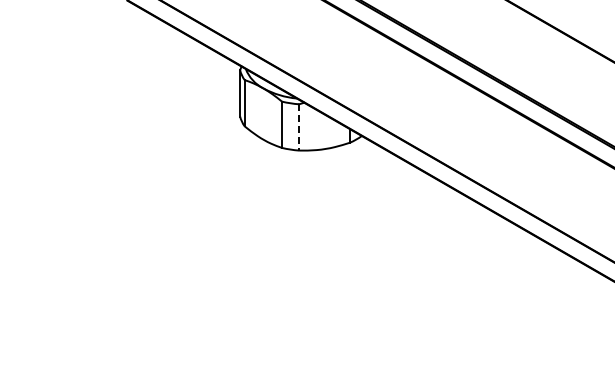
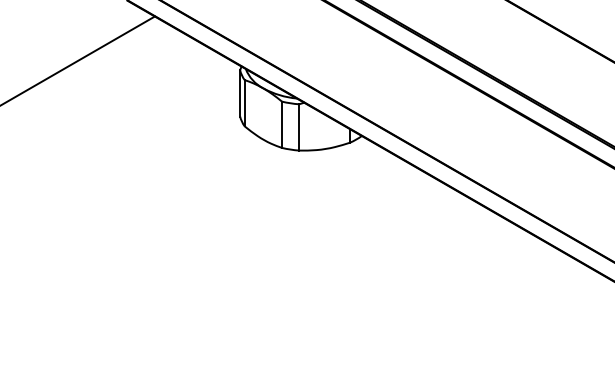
line at (78, 60): none -> present
line at (299, 127): dashed -> solid
